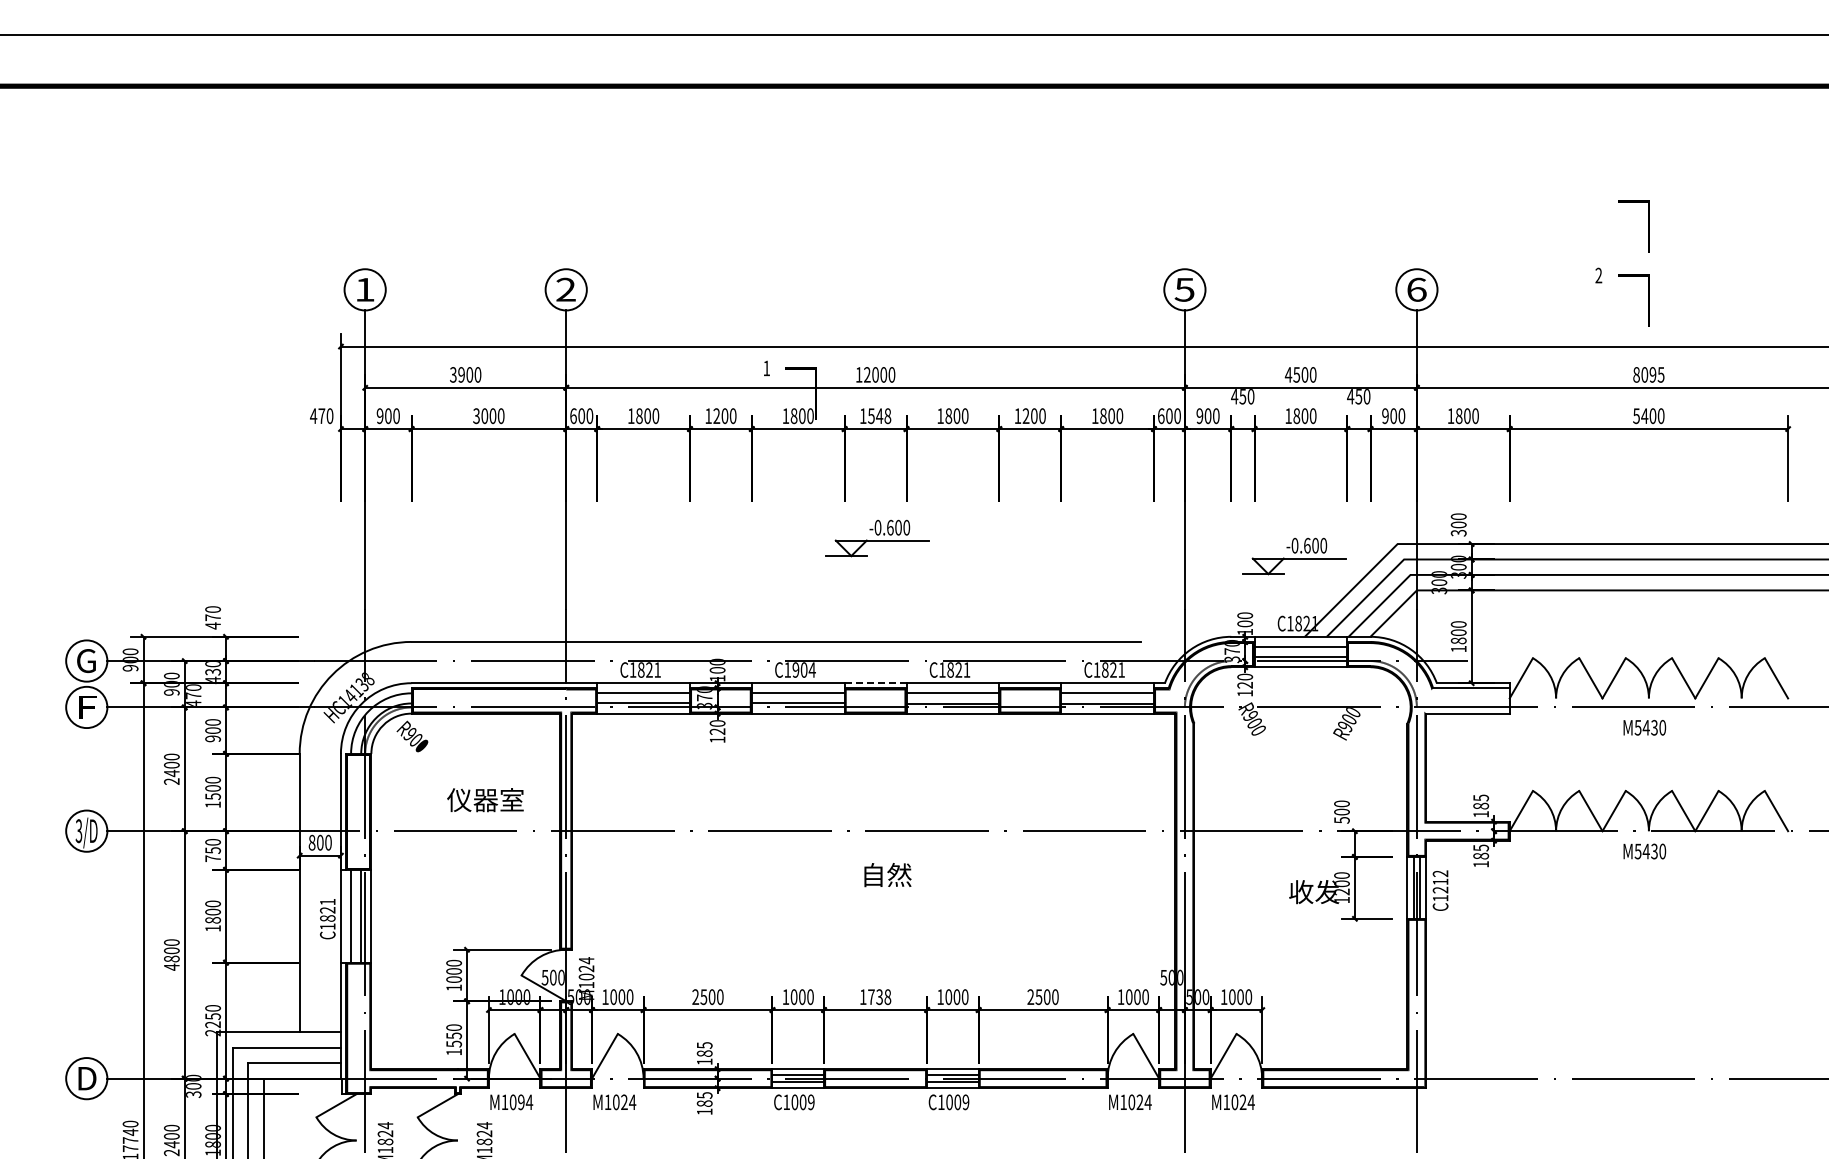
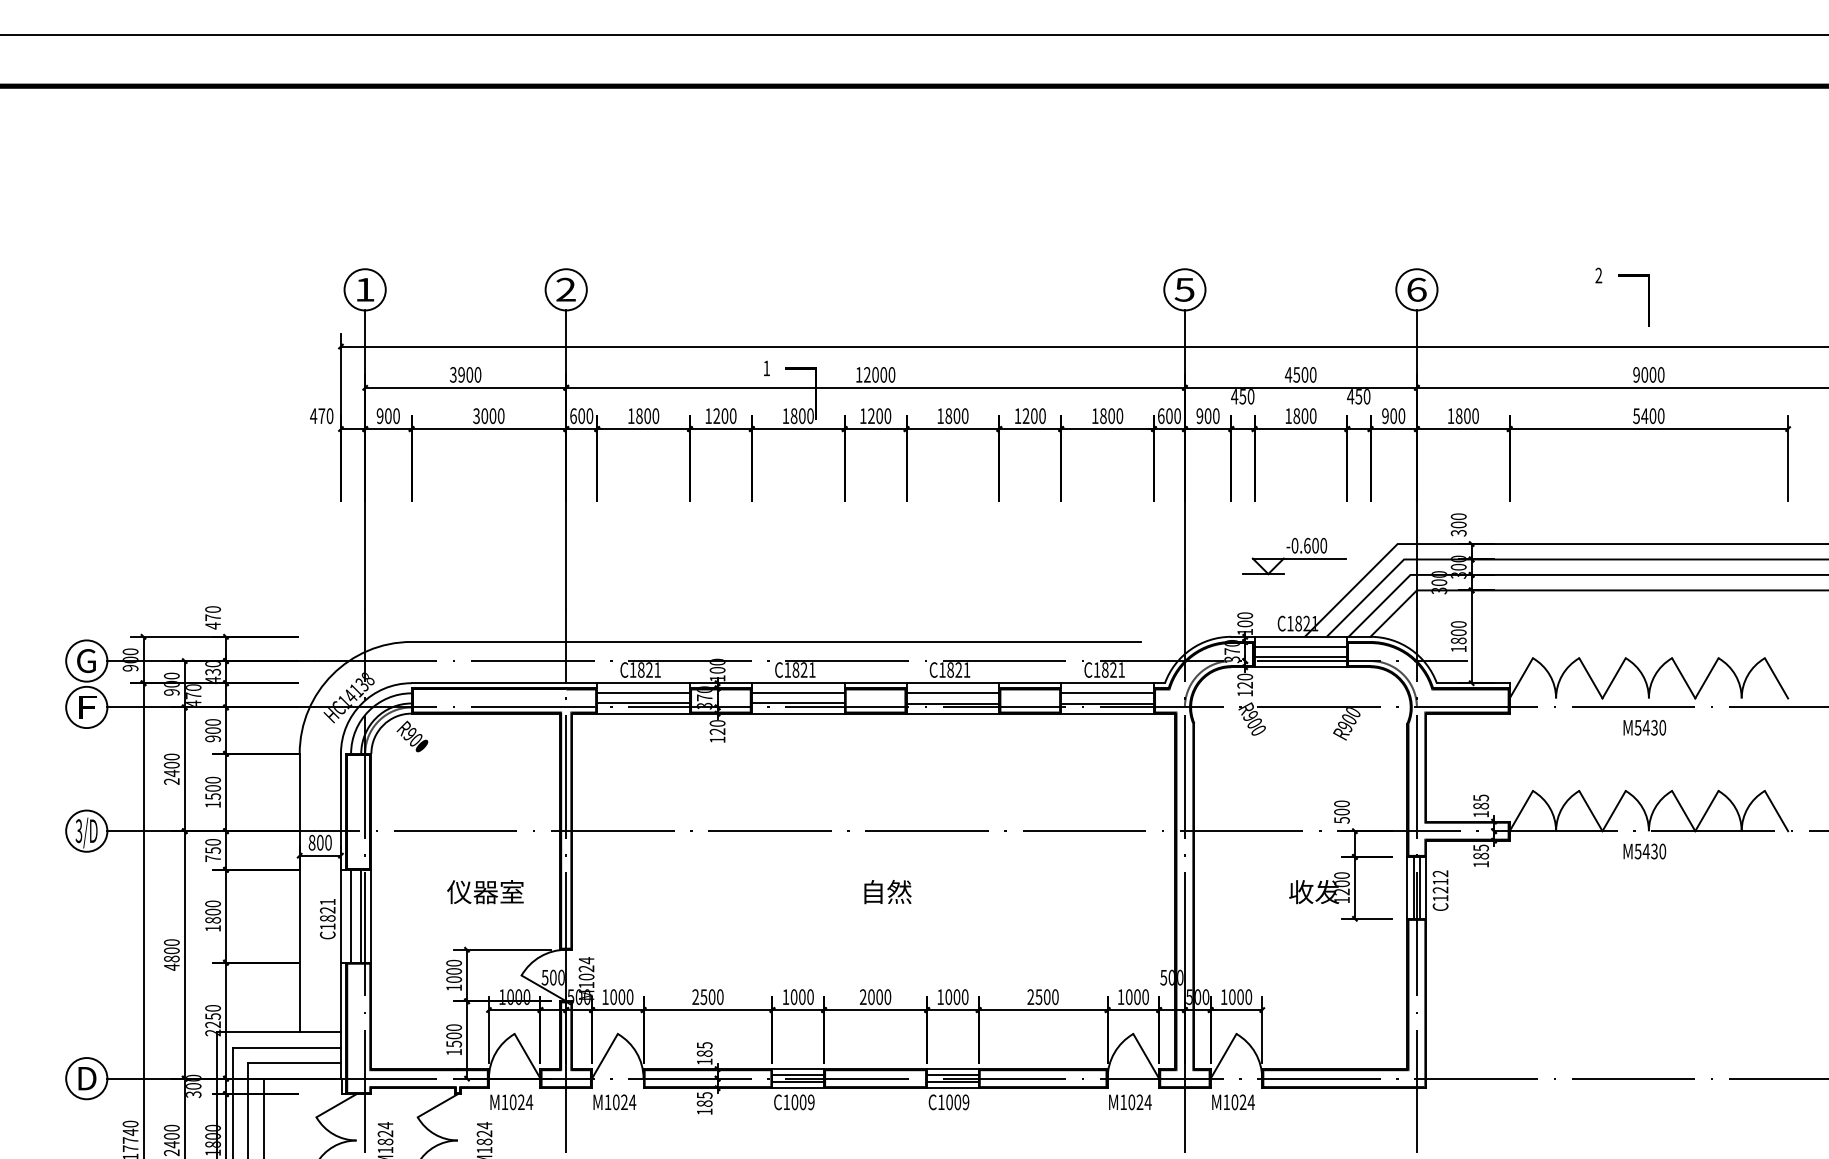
line at (1648, 226): present -> none
text at (1648, 374): 8095 -> 9000
text at (879, 416): 1548 -> 1200
part at (877, 538): present -> none
text at (803, 669): C1904 -> C1821
line at (875, 683): dashed -> solid
fill at (1466, 700): none -> present
text at (485, 800) position: (485, 800) -> (485, 892)
text at (887, 875) position: (887, 875) -> (887, 892)
text at (875, 997): 1738 -> 2000
text at (453, 1035): 1550 -> 1500
text at (521, 1102): M1094 -> M1024
